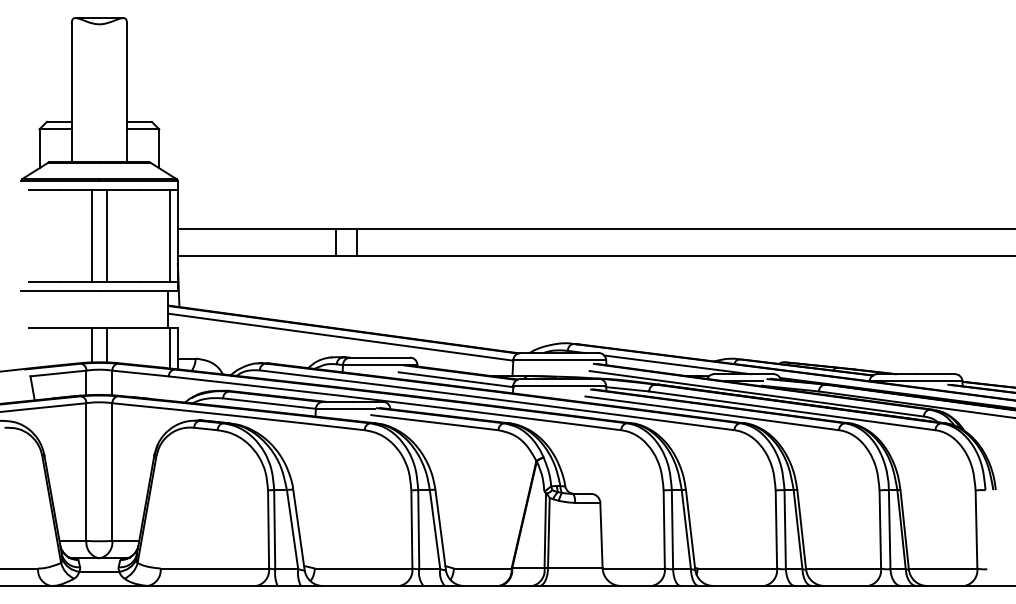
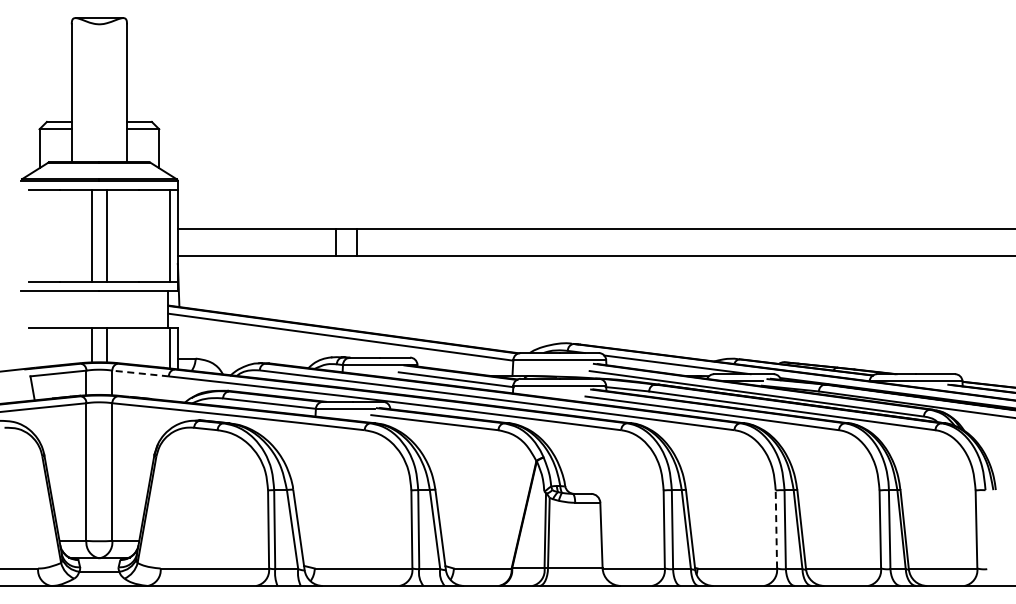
line at (140, 373): solid -> dashed
line at (776, 528): solid -> dashed
